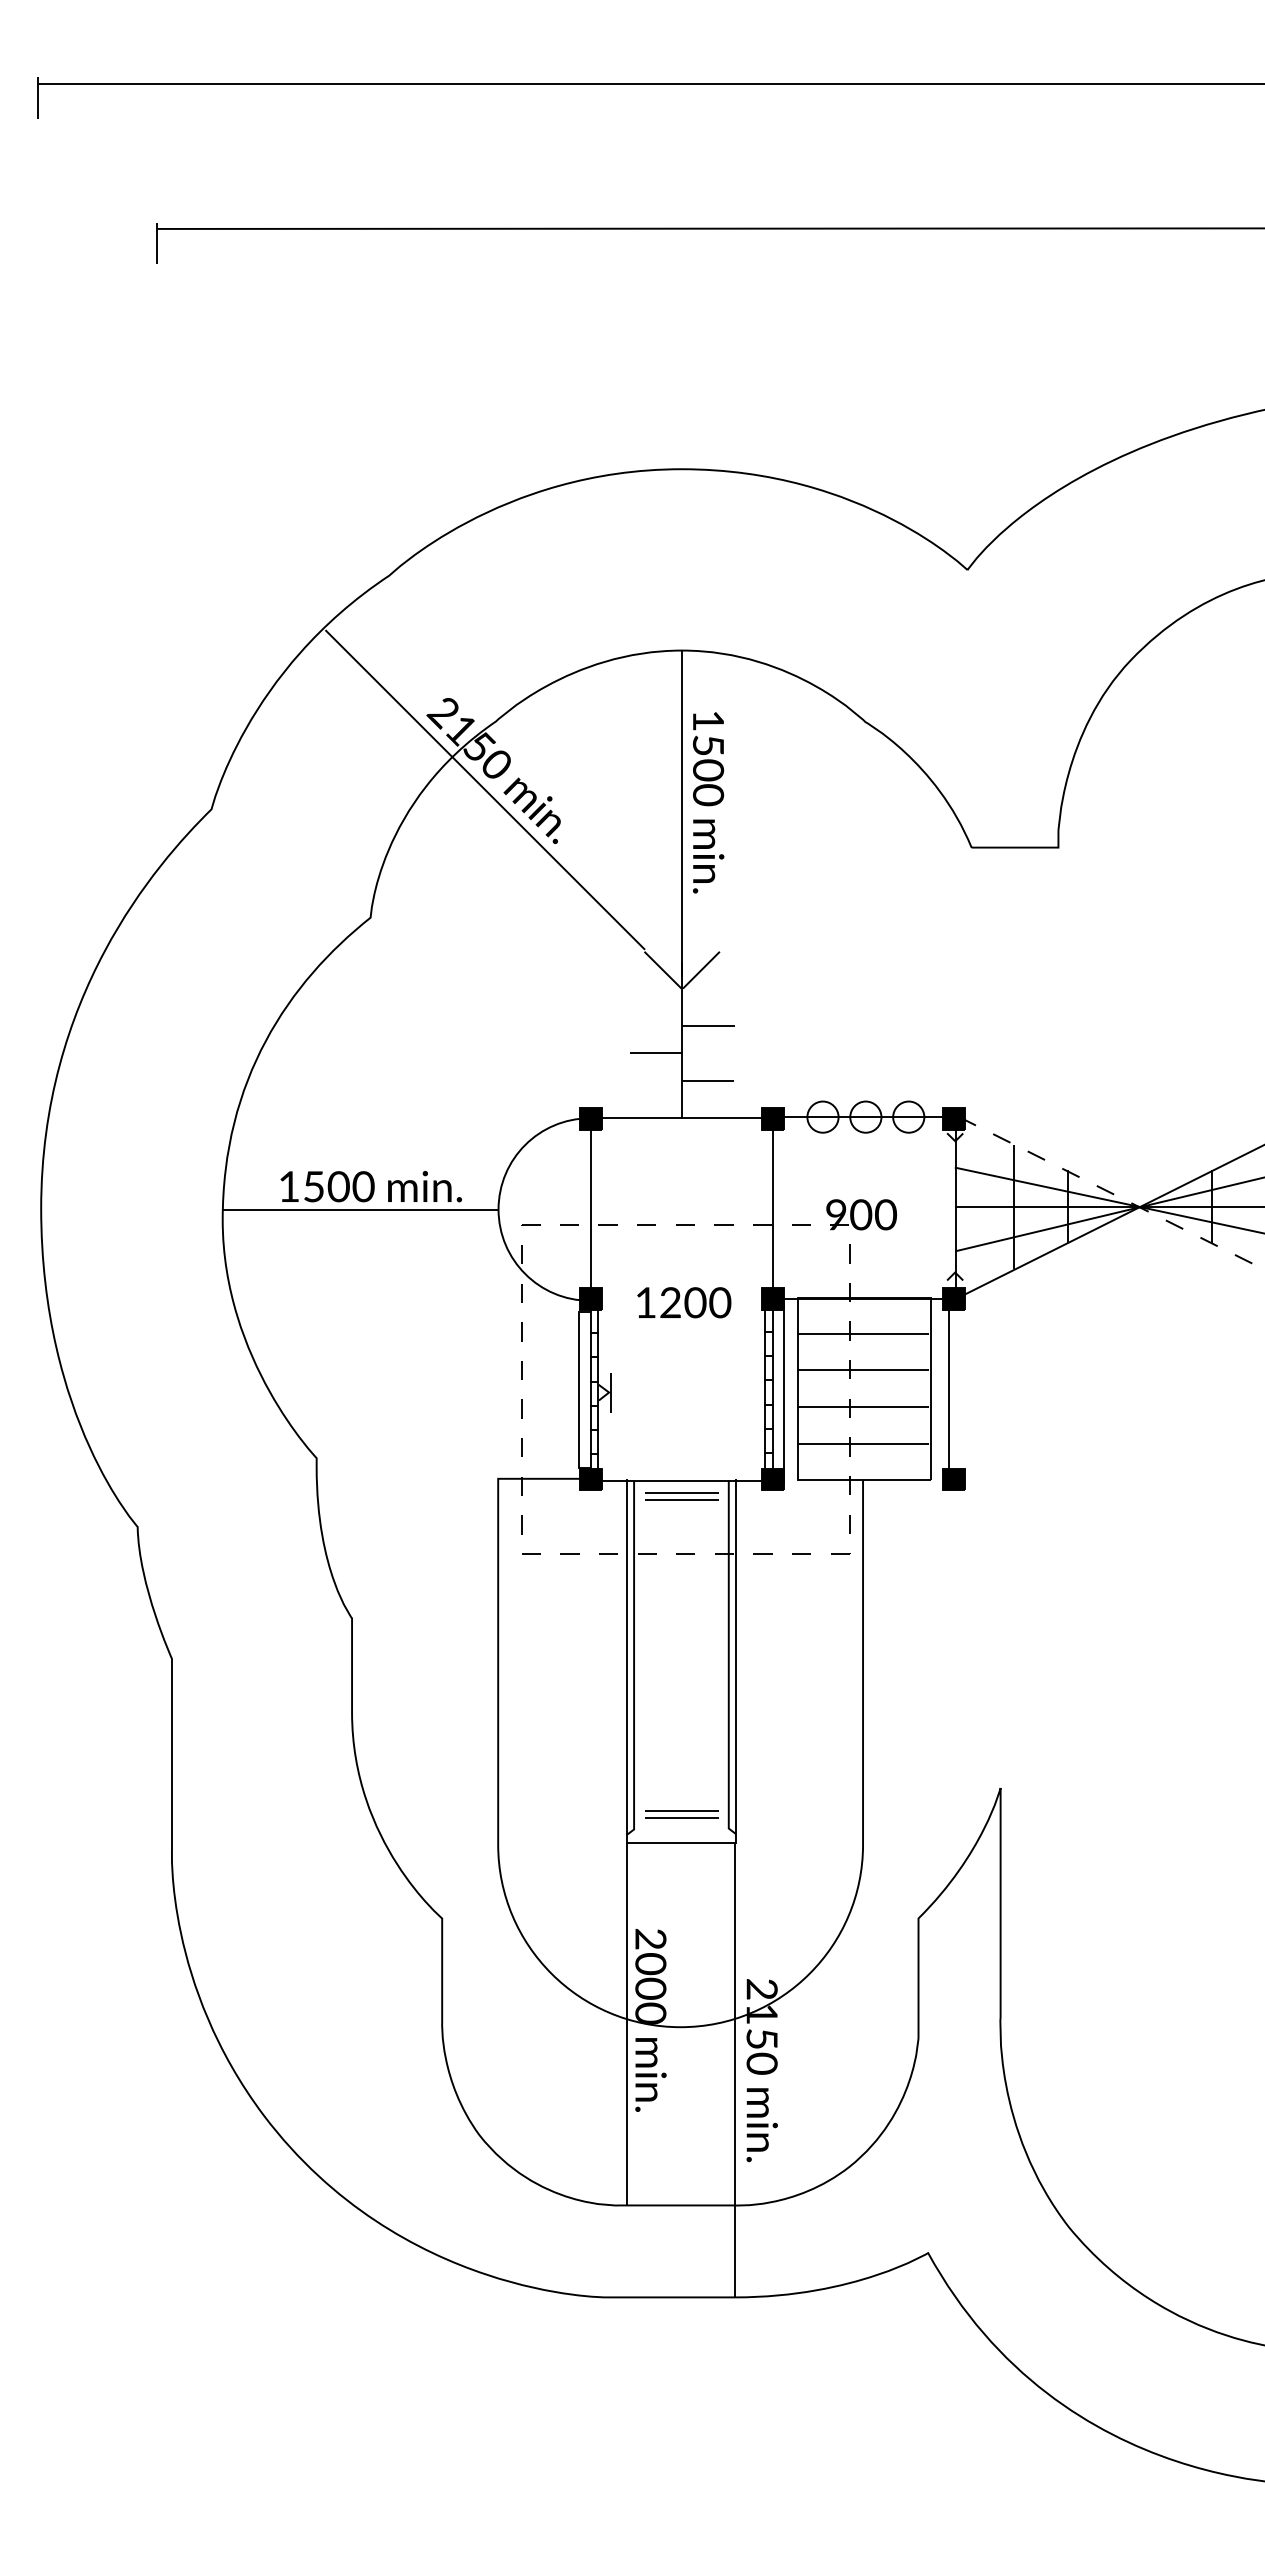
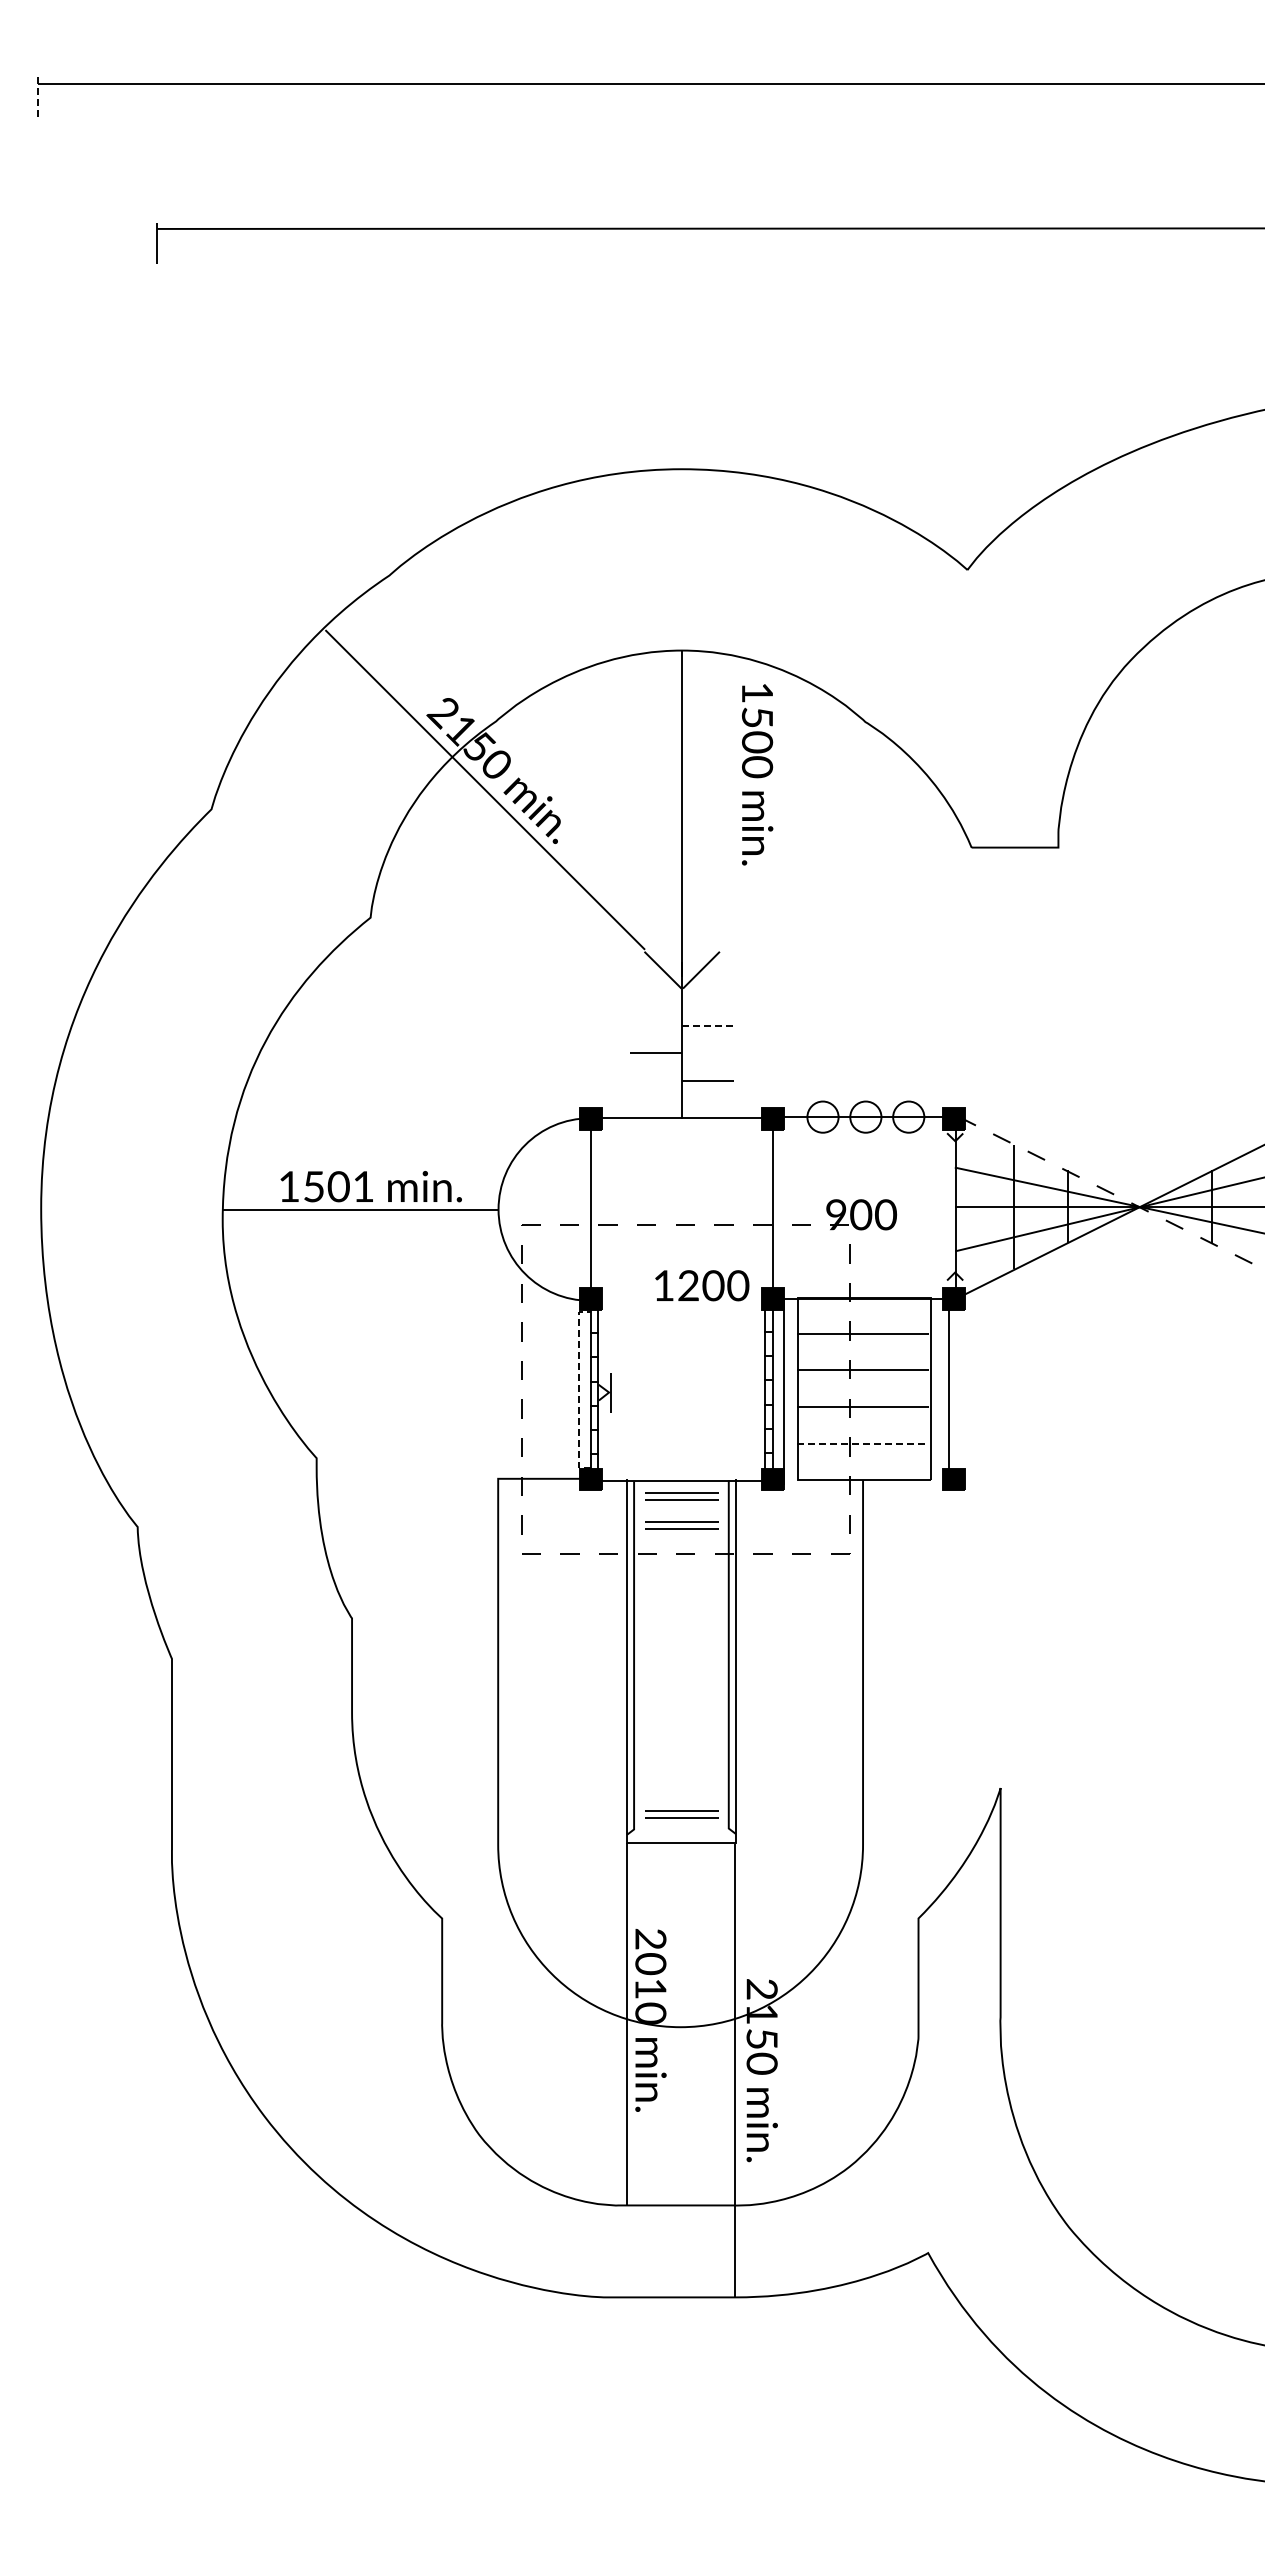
line at (37, 98): solid -> dashed
text at (708, 802) position: (708, 802) -> (757, 774)
line at (709, 1026): solid -> dashed
text at (363, 1186): 1500 -> 1501
text at (684, 1302) position: (684, 1302) -> (702, 1285)
line at (579, 1389): solid -> dashed
line at (863, 1443): solid -> dashed
part at (681, 1525): none -> present
text at (650, 1988): 2000 -> 2010
